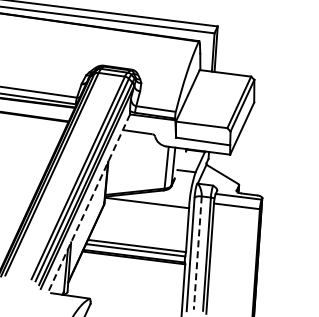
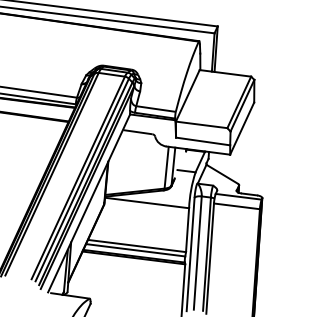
line at (89, 203): dashed -> solid
line at (197, 253): dashed -> solid
